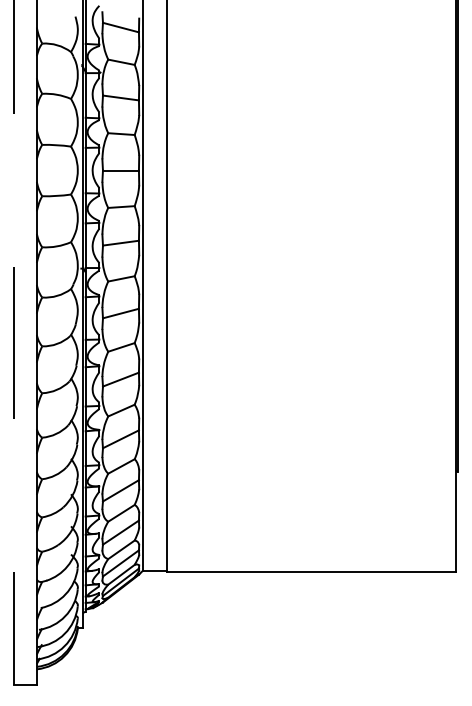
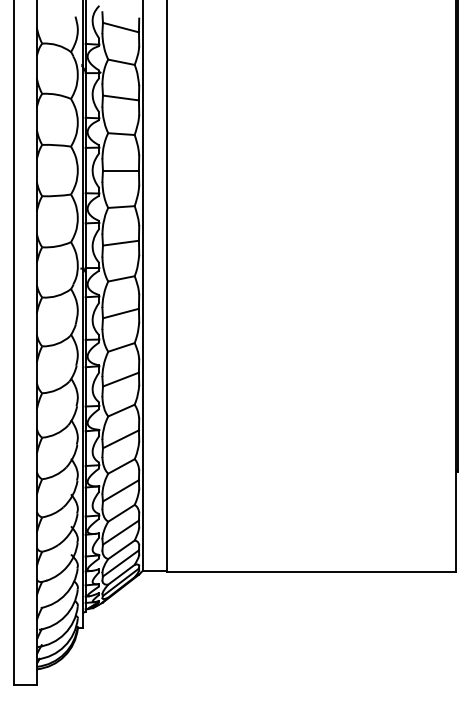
line at (13, 342): dashed -> solid
